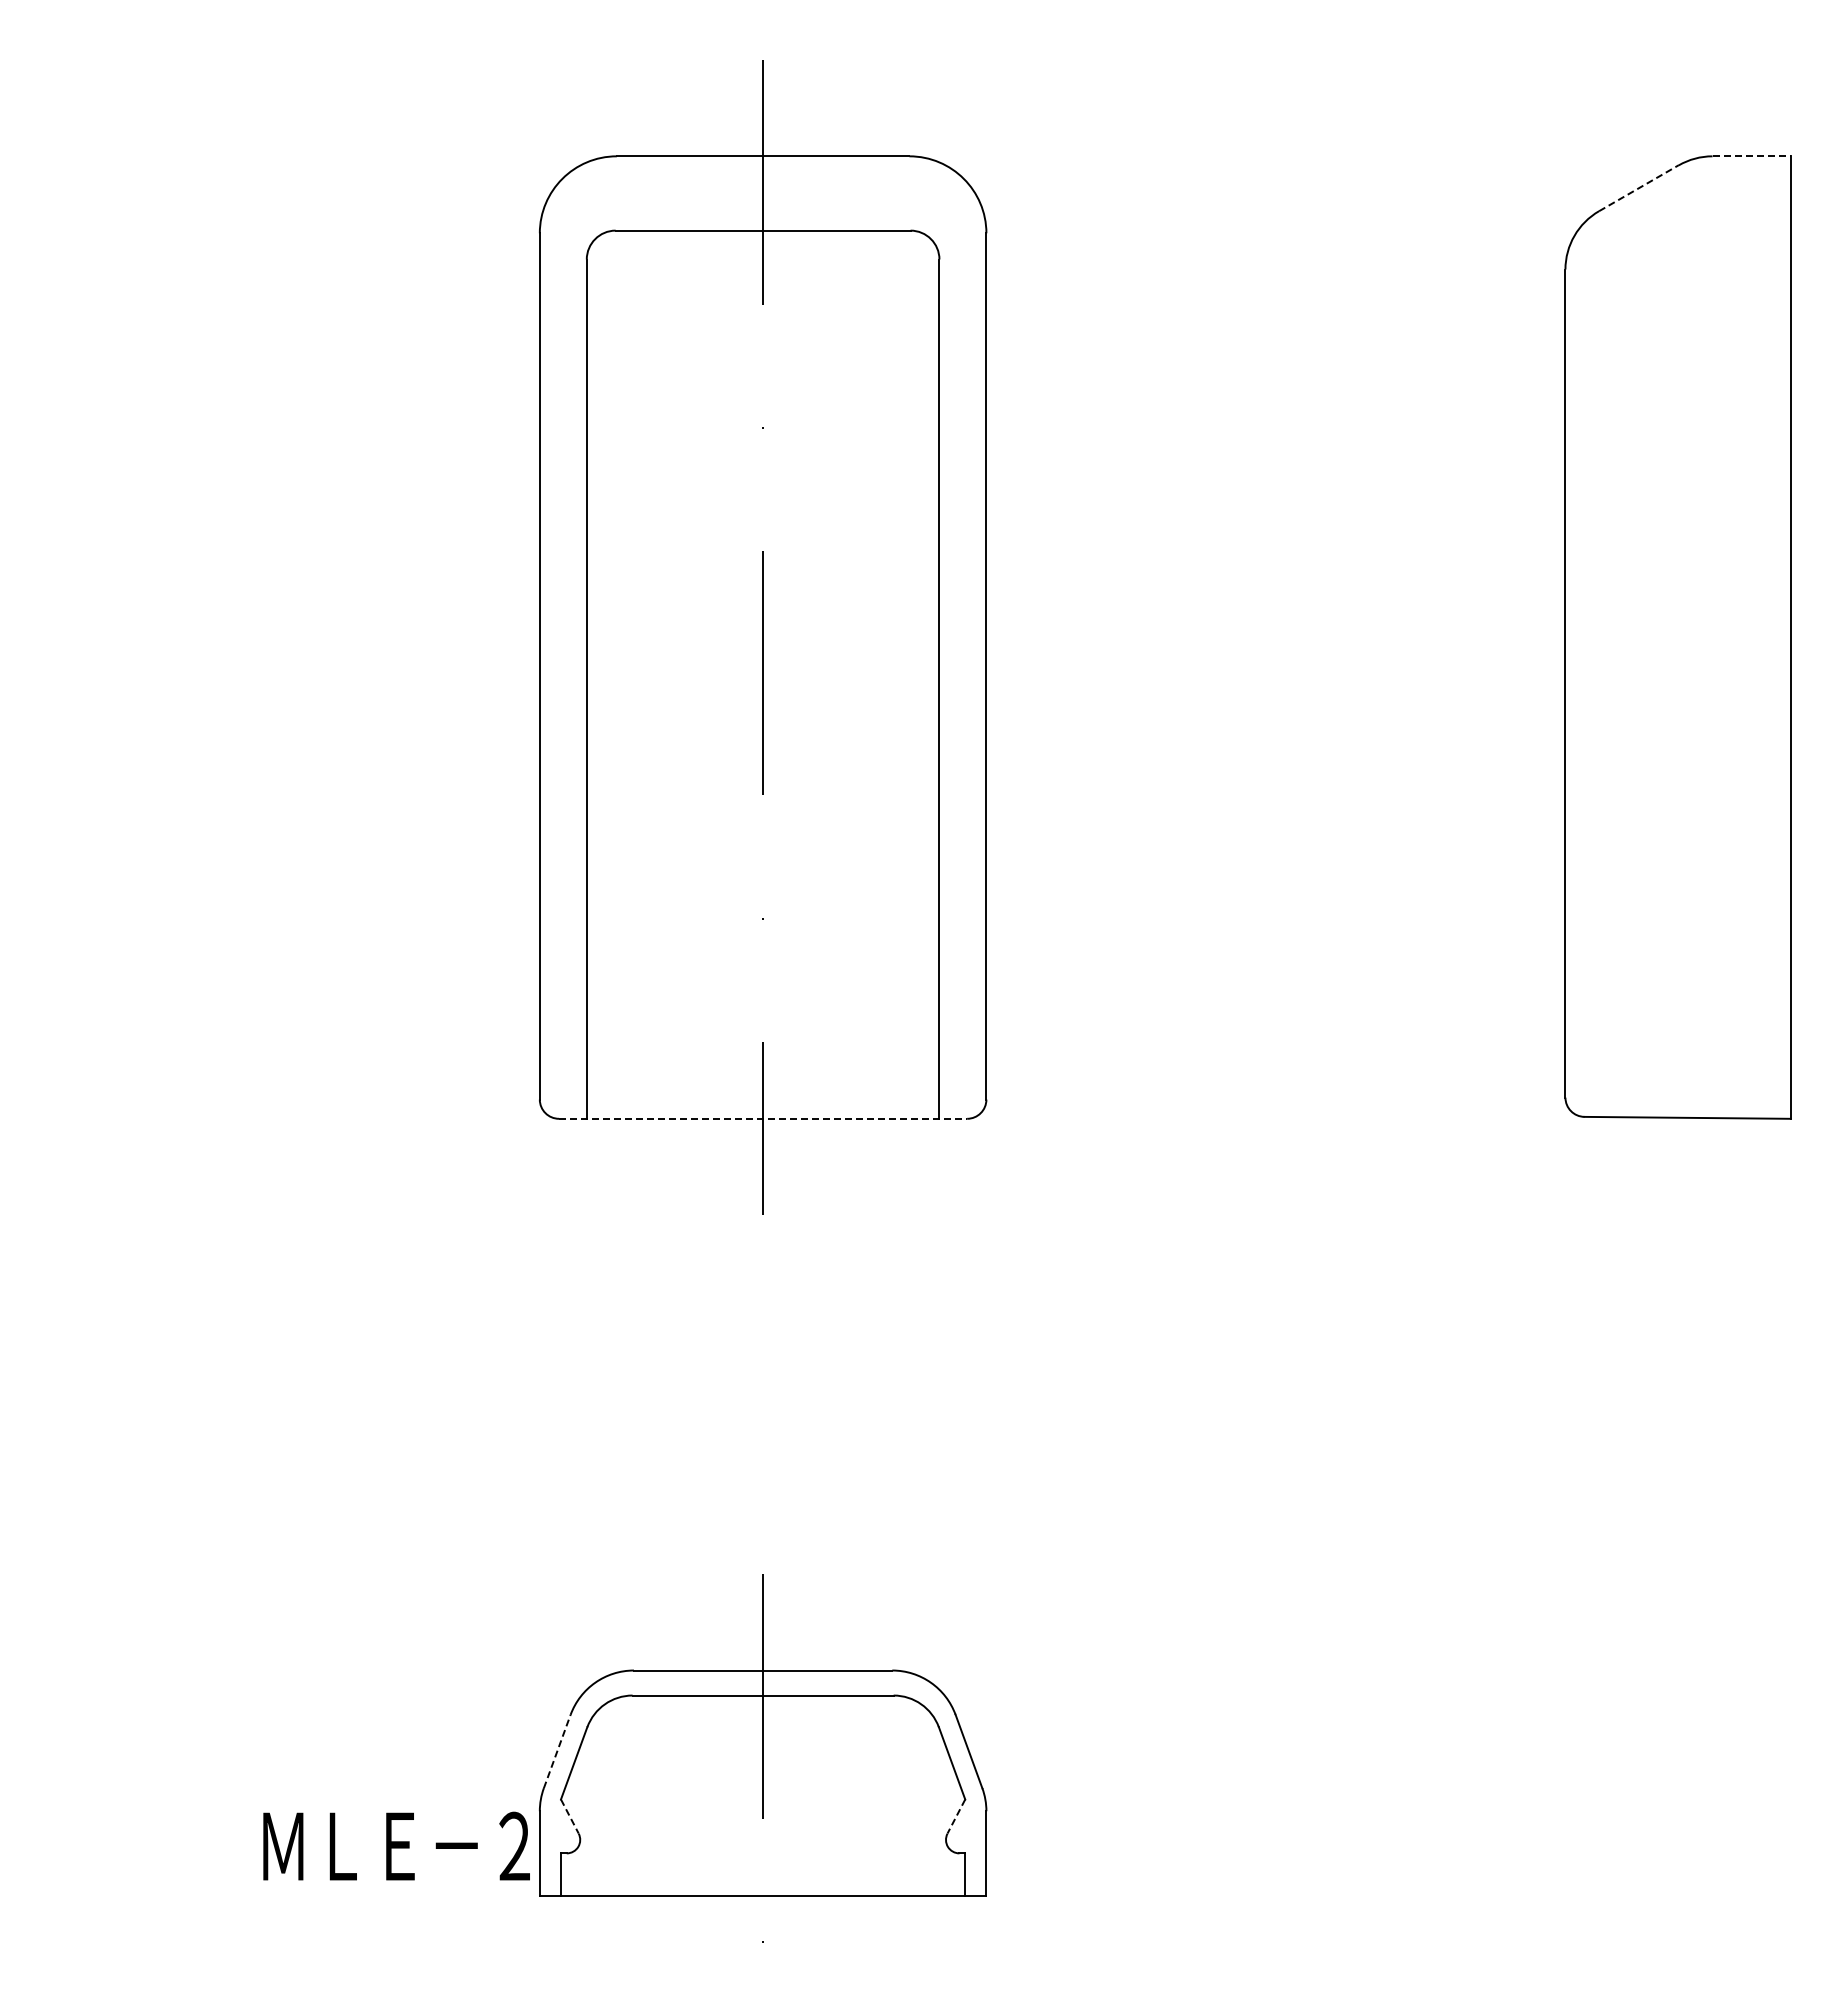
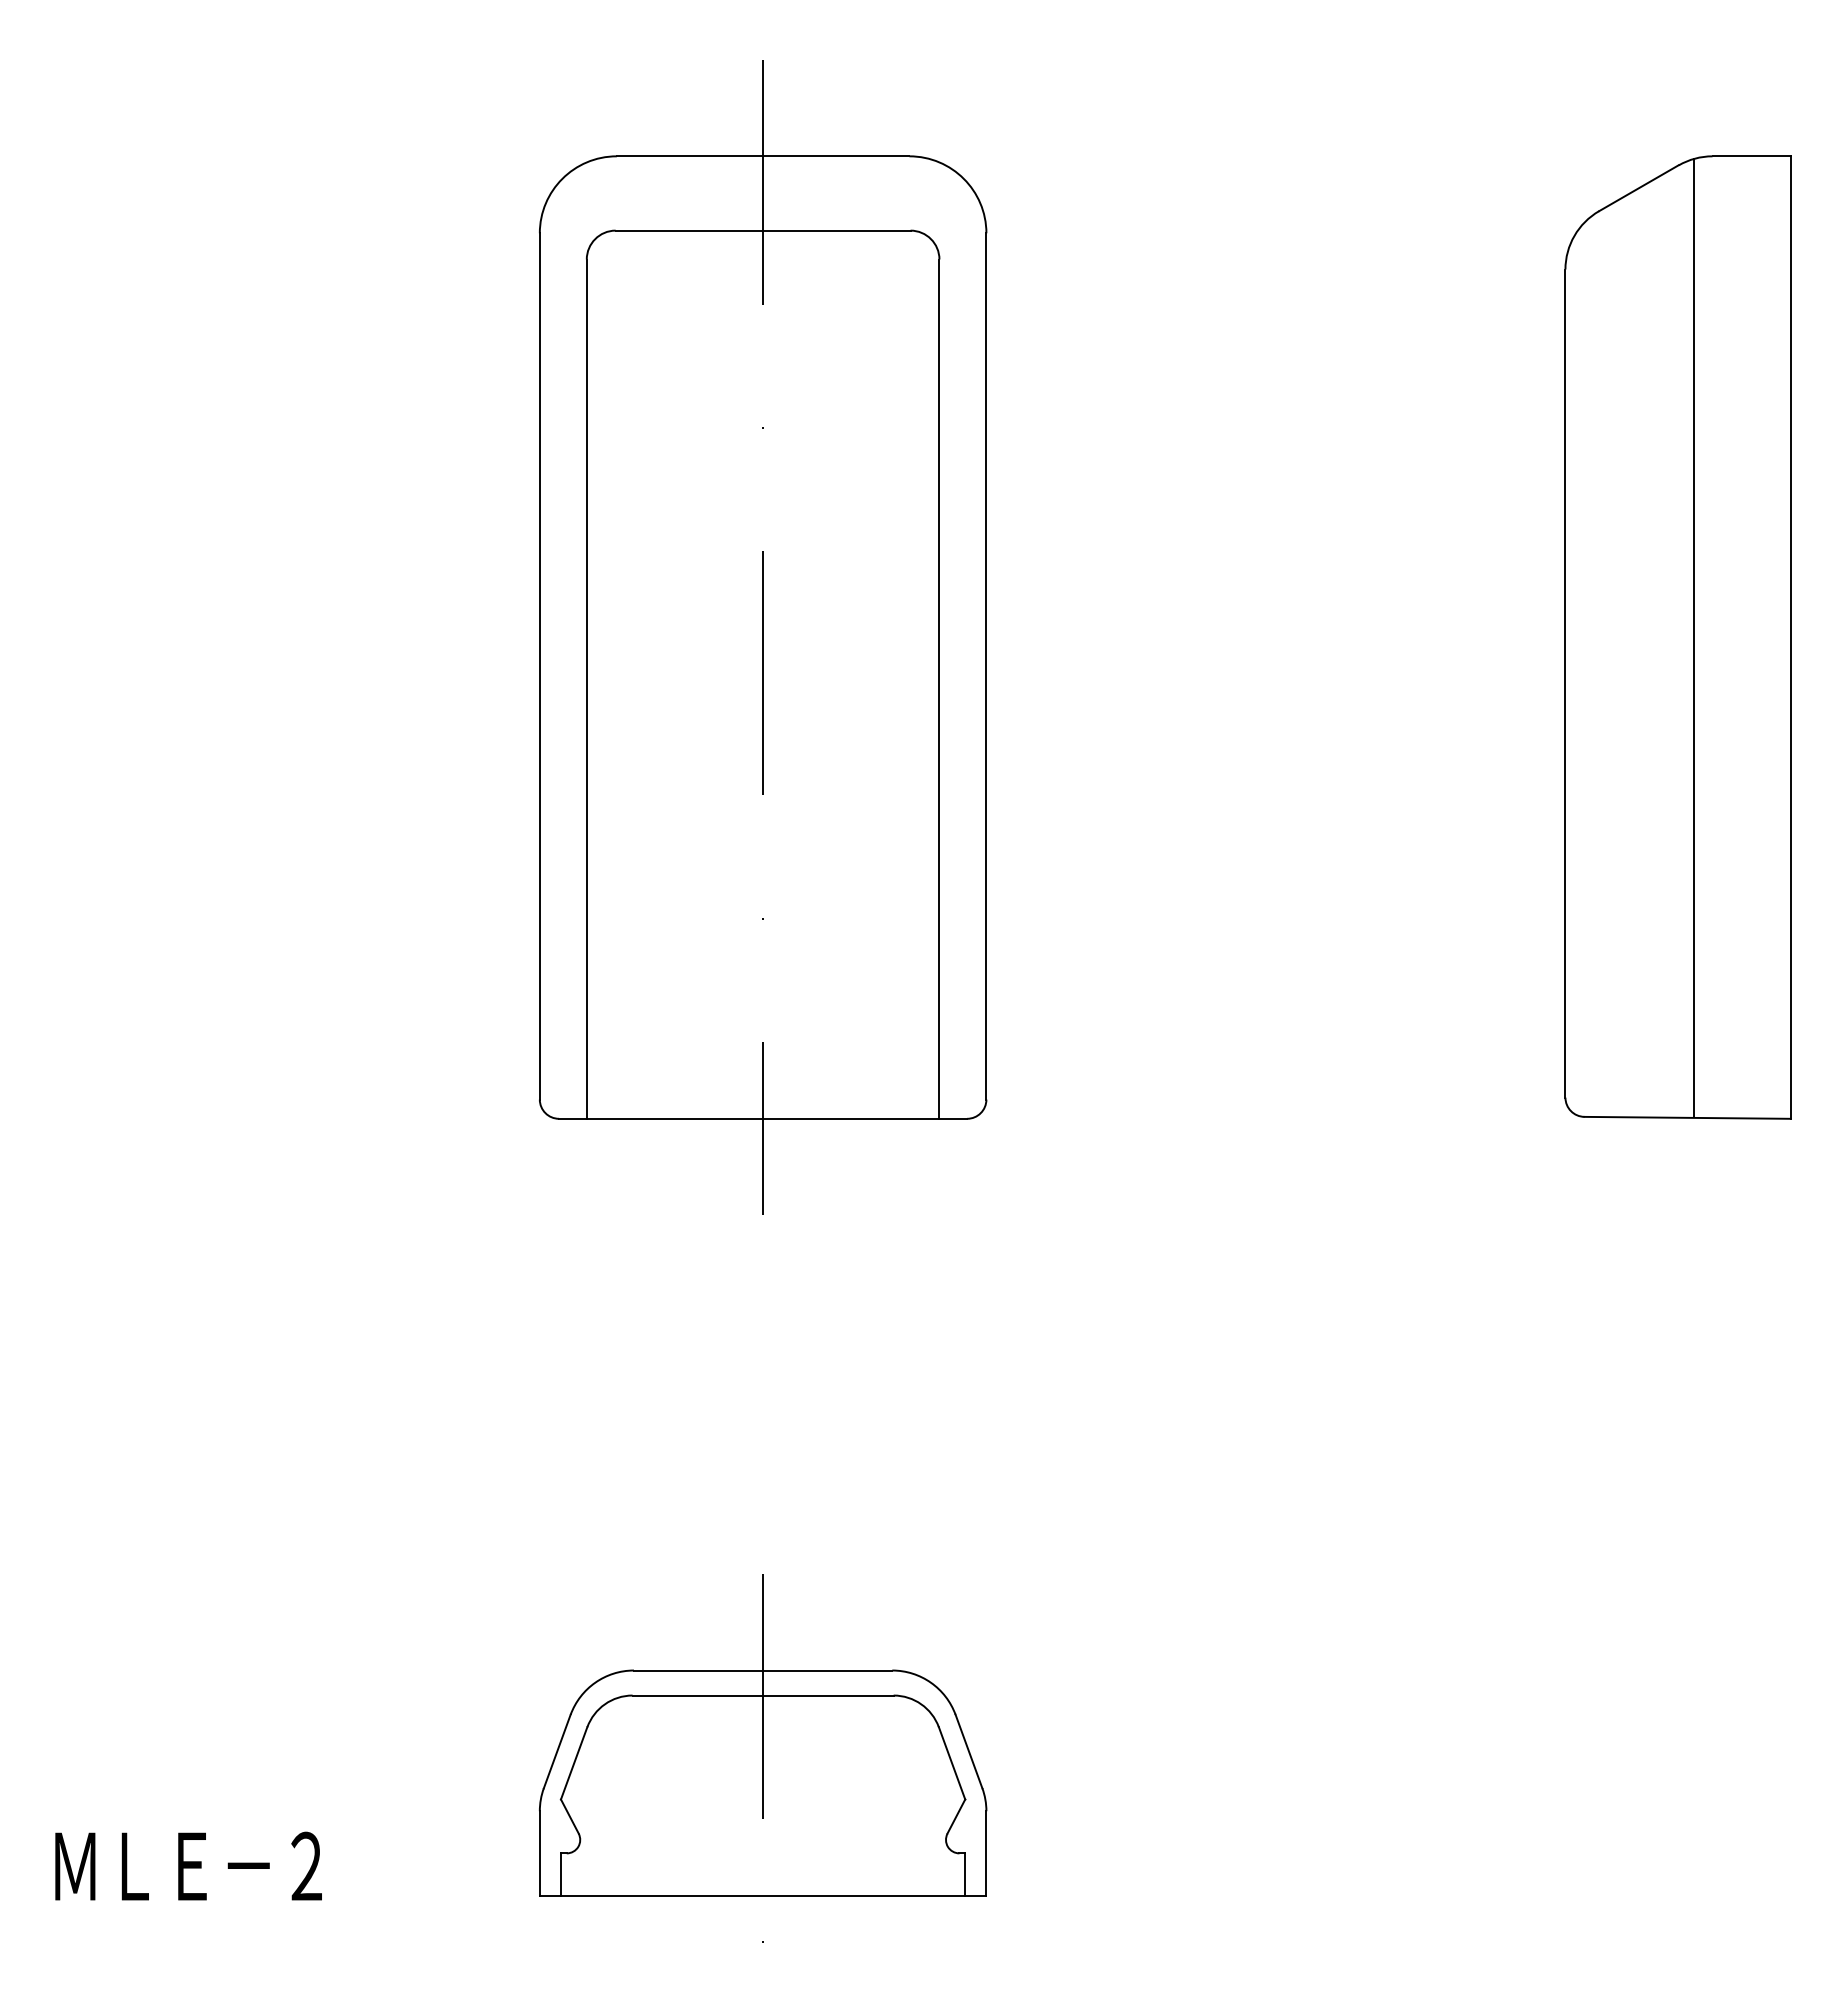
line at (1752, 156): dashed -> solid
line at (1639, 187): dashed -> solid
line at (1694, 637): none -> present
line at (763, 1118): dashed -> solid
line at (557, 1751): dashed -> solid
line at (570, 1816): dashed -> solid
line at (956, 1816): dashed -> solid
text at (396, 1845) position: (396, 1845) -> (188, 1865)
